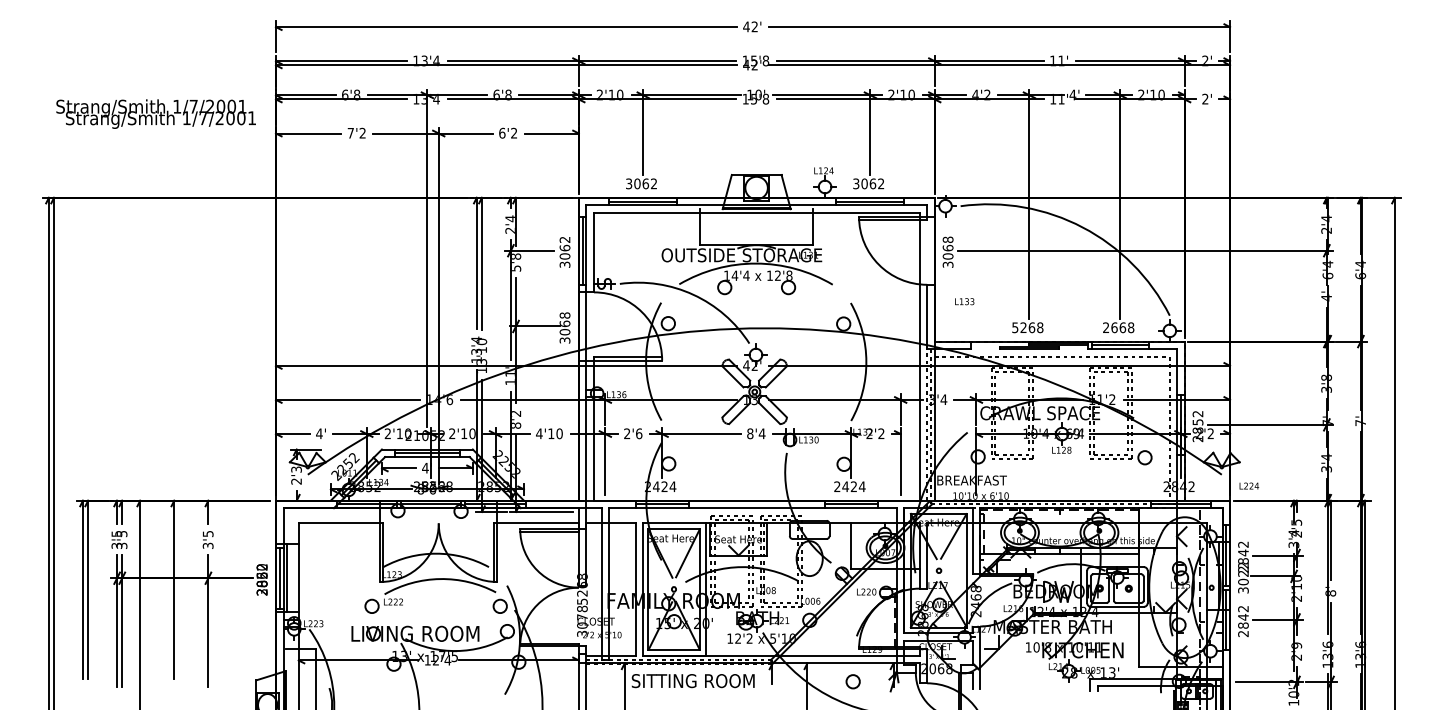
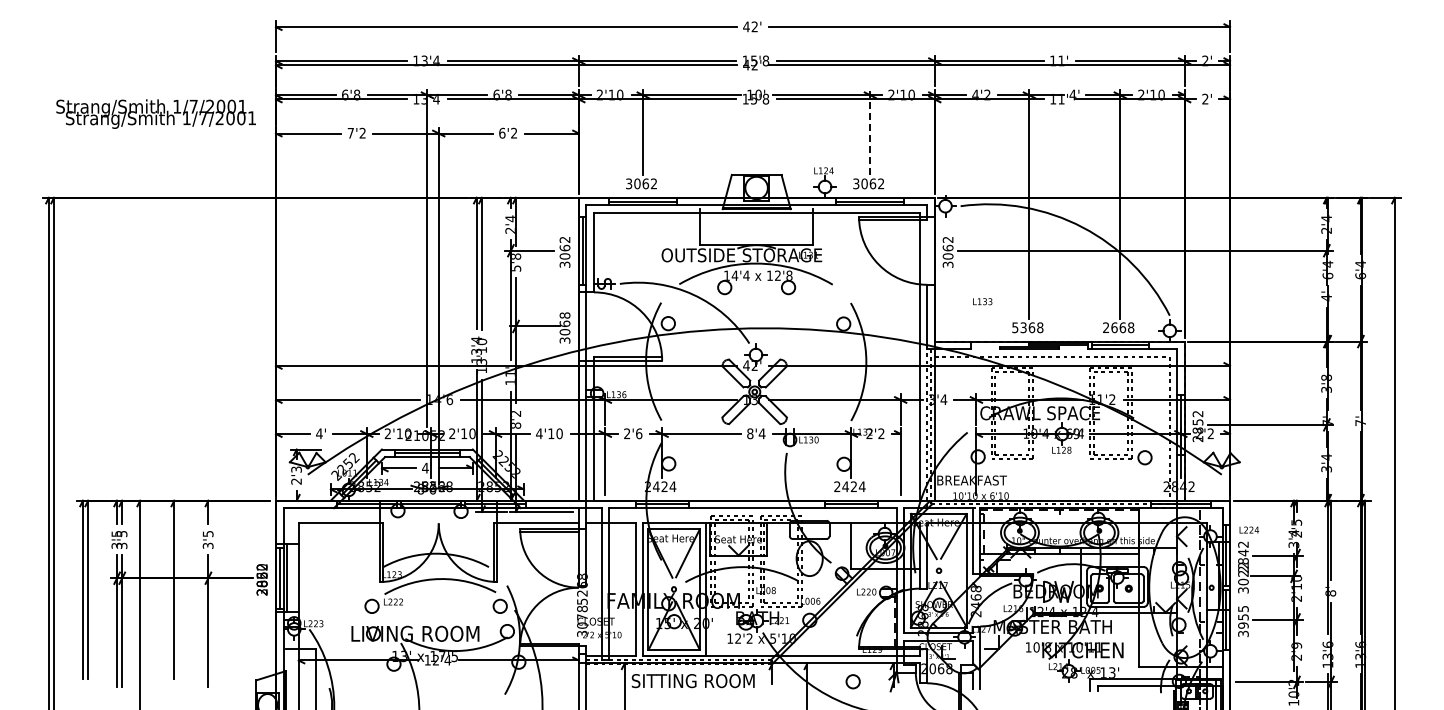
line at (870, 132): solid -> dashed
text at (947, 239): 3068 -> 3062
text at (964, 301) position: (964, 301) -> (982, 301)
text at (1023, 328): 5268 -> 5368
text at (1249, 485) position: (1249, 485) -> (1249, 529)
text at (1243, 621): 2842 -> 3955
